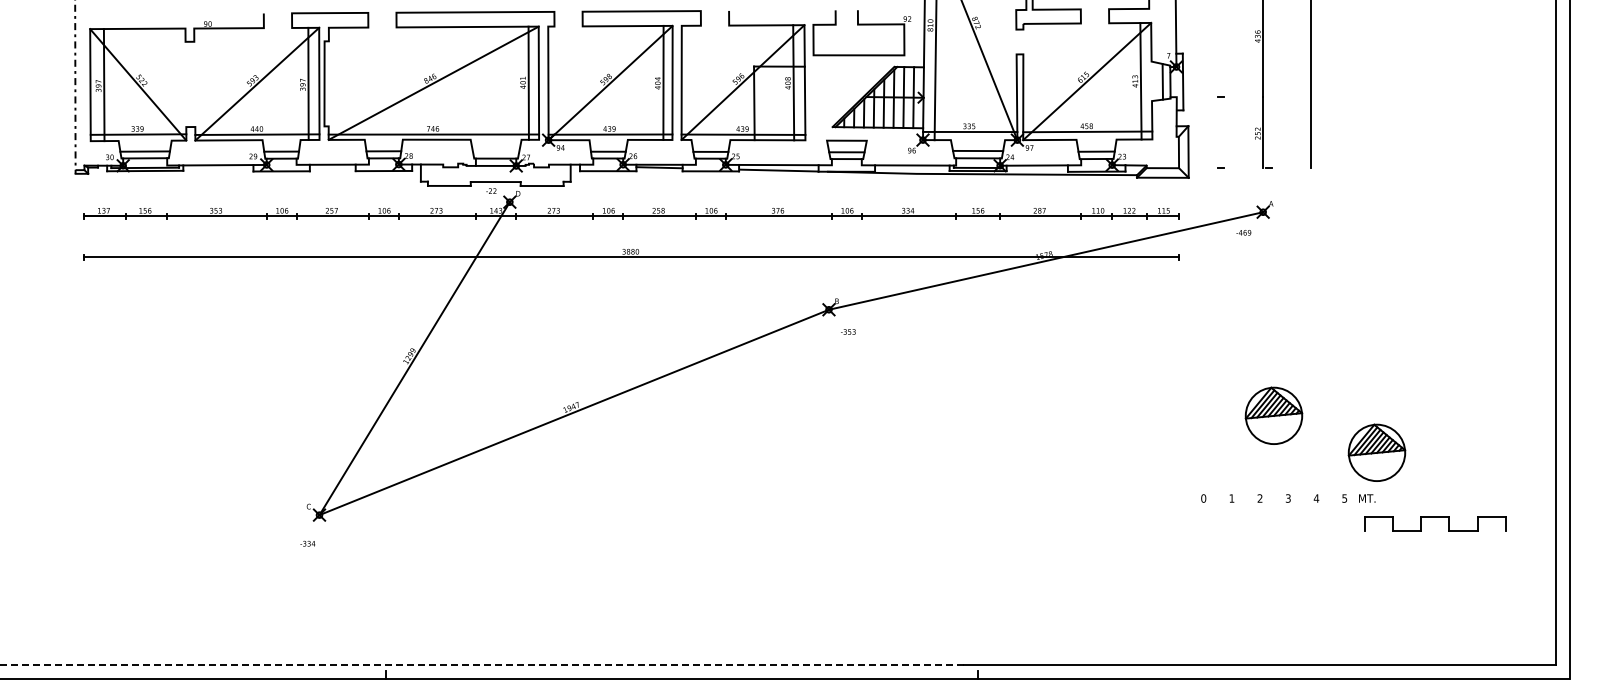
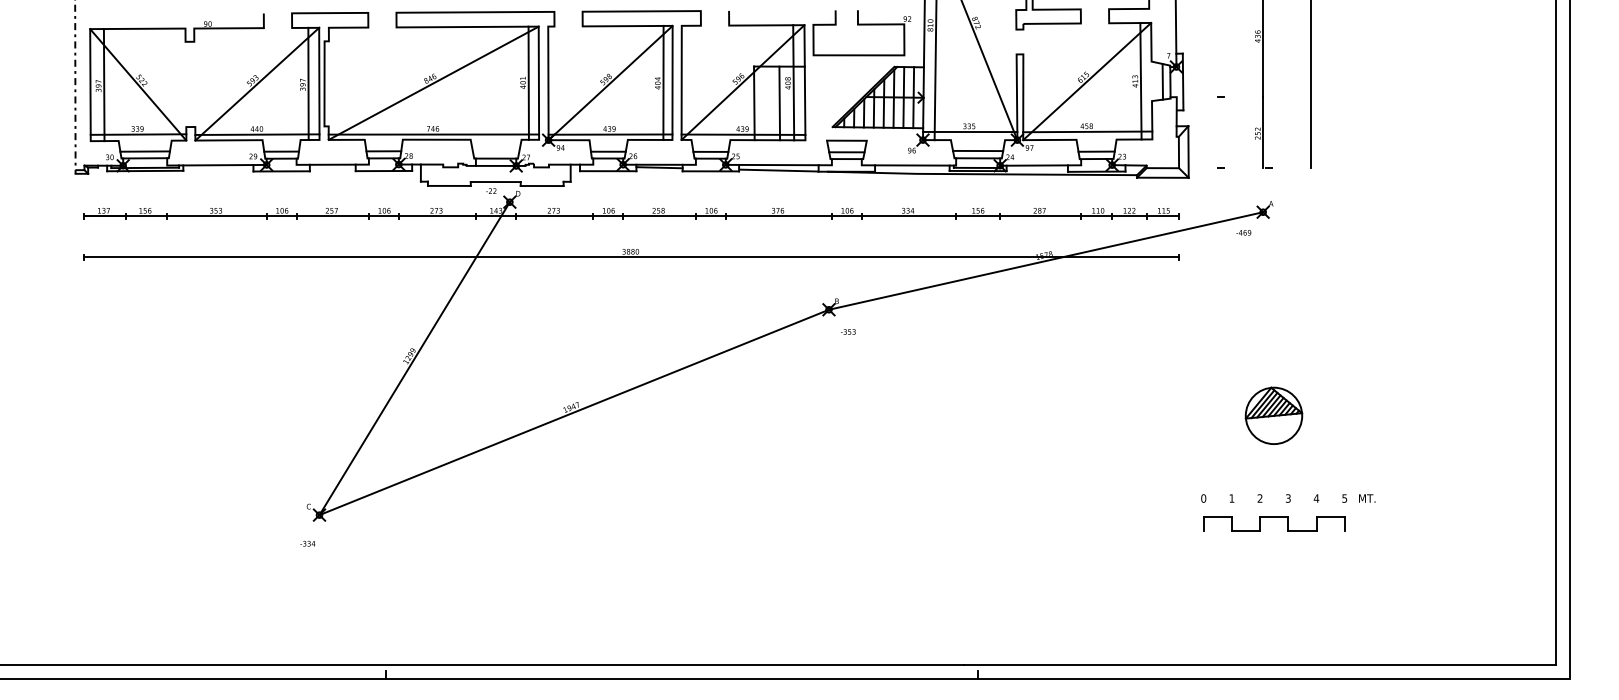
line at (779, 103): none -> present
part at (1376, 452): present -> none
part at (1435, 523) position: (1435, 523) -> (1274, 523)
line at (481, 664): dashed -> solid
